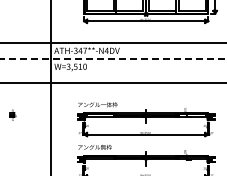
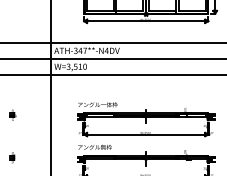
line at (113, 58): dashed -> solid
line at (112, 82) position: (112, 82) -> (112, 74)
part at (12, 157): none -> present
